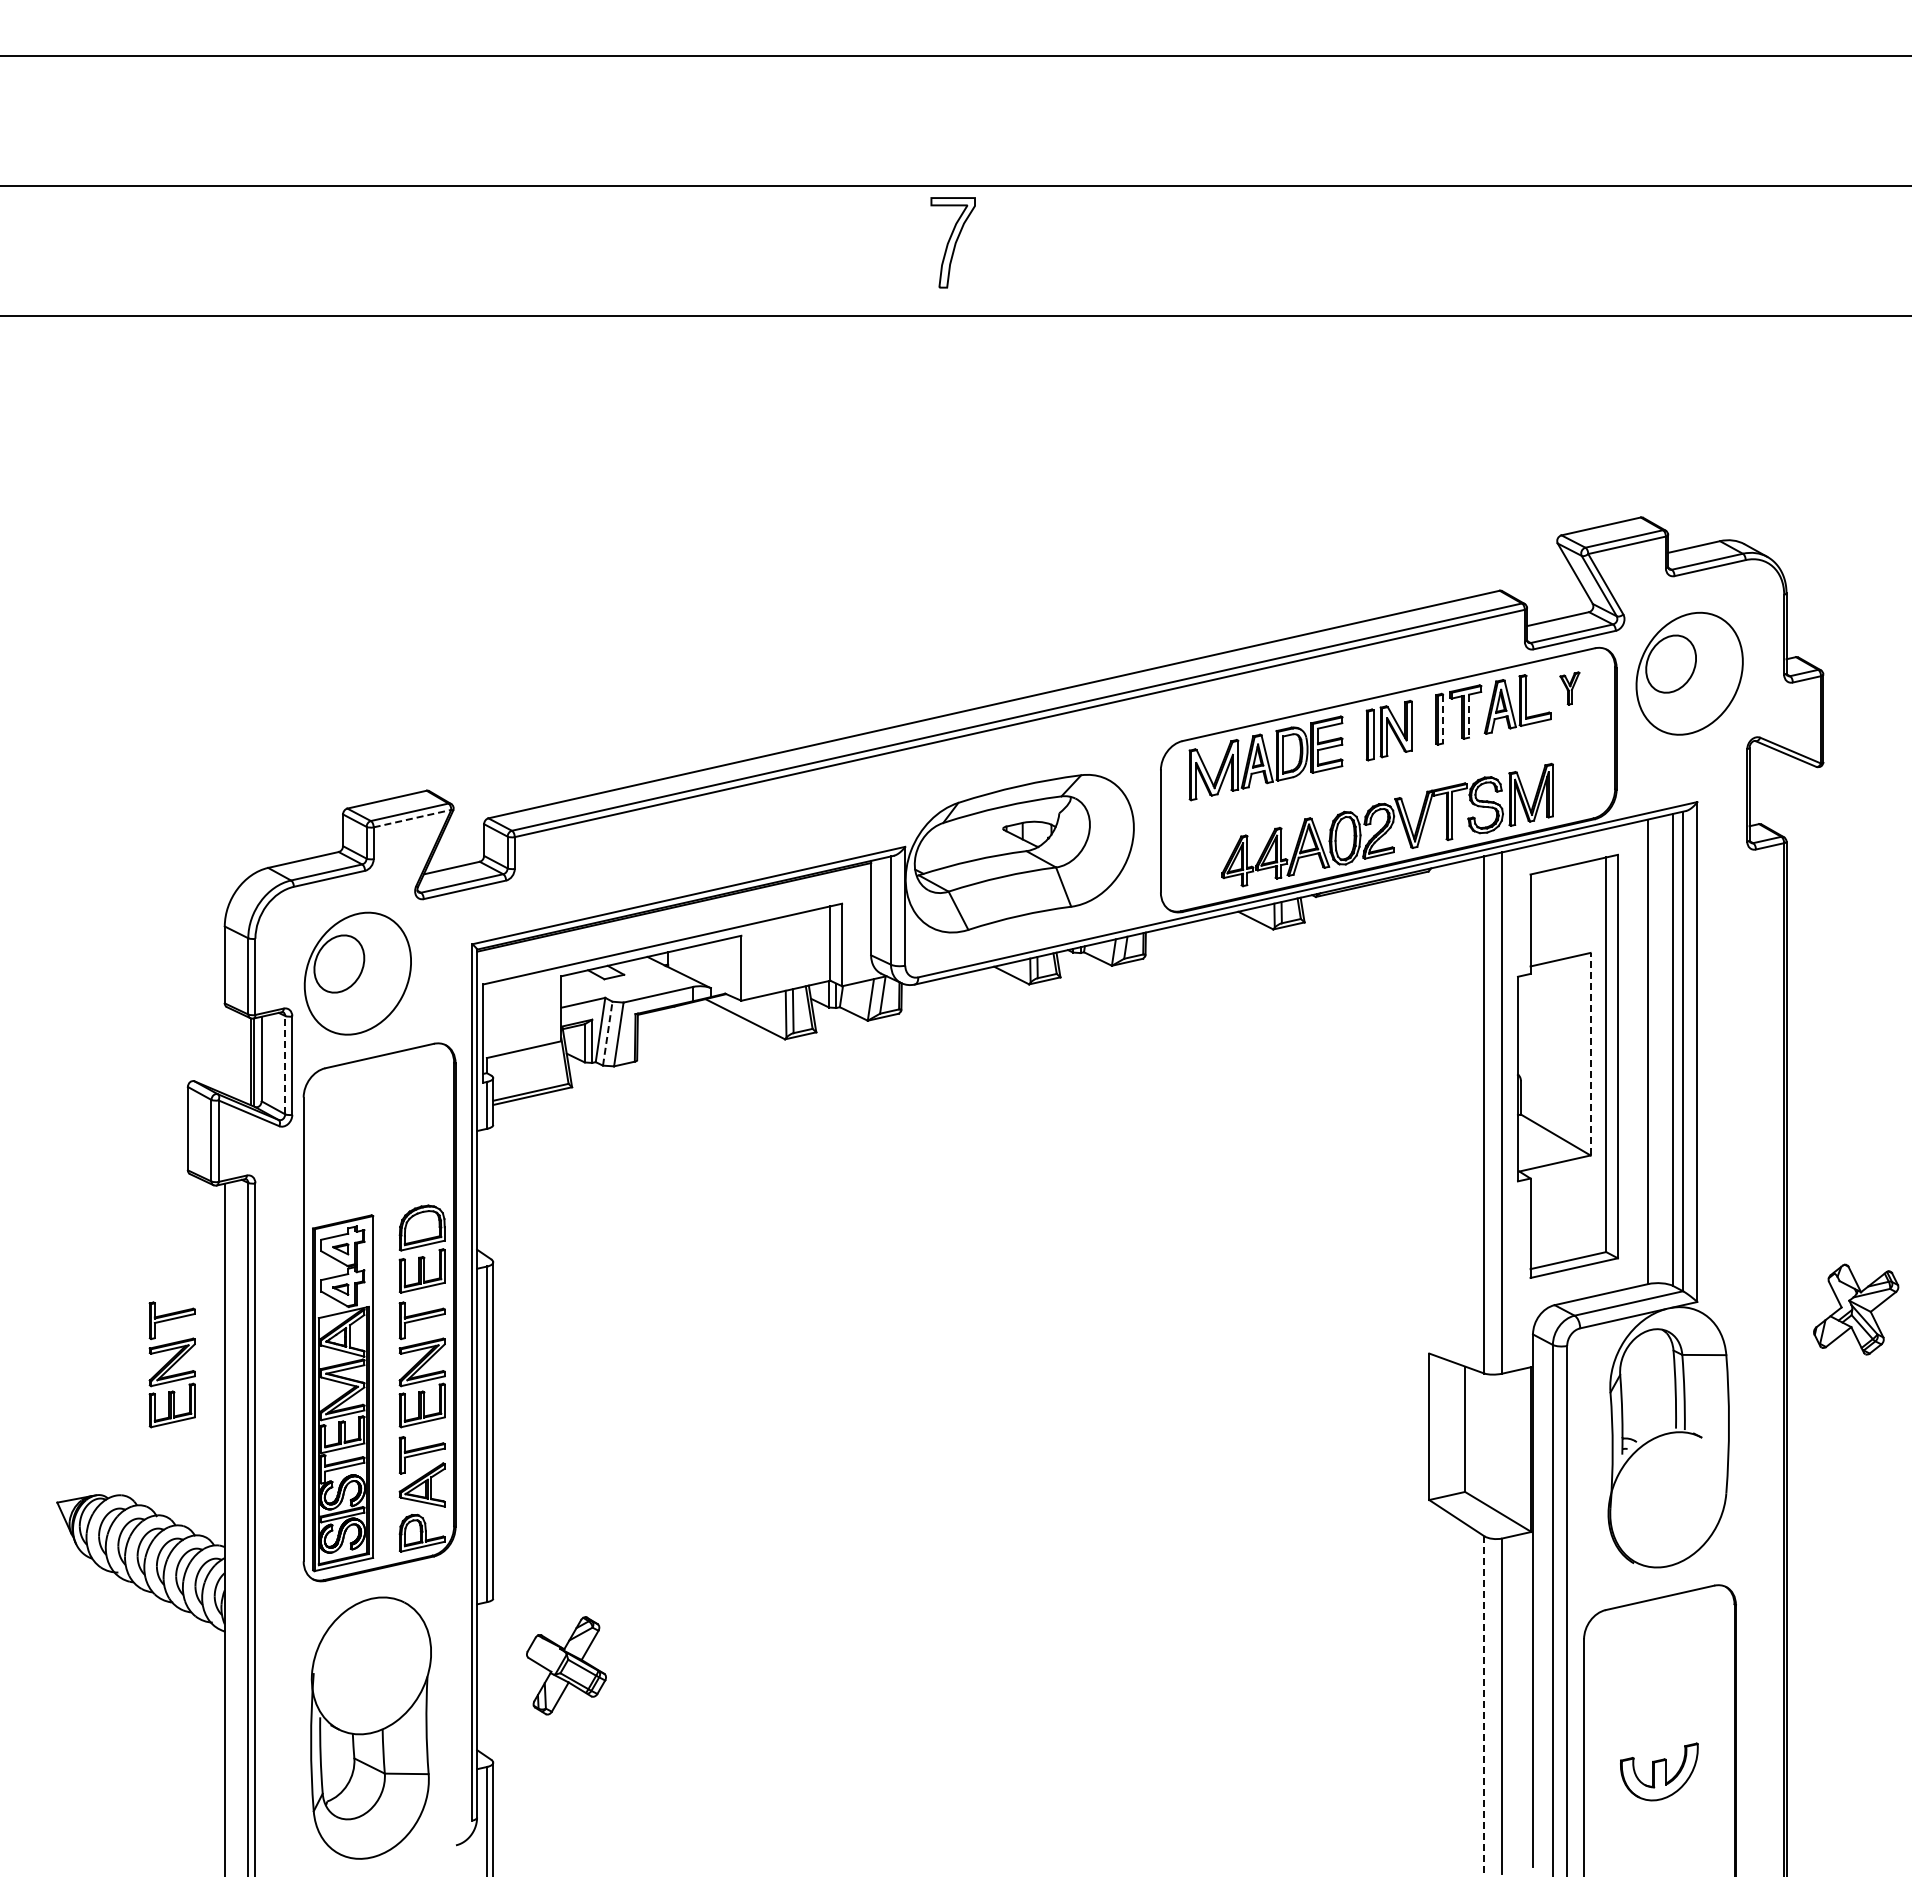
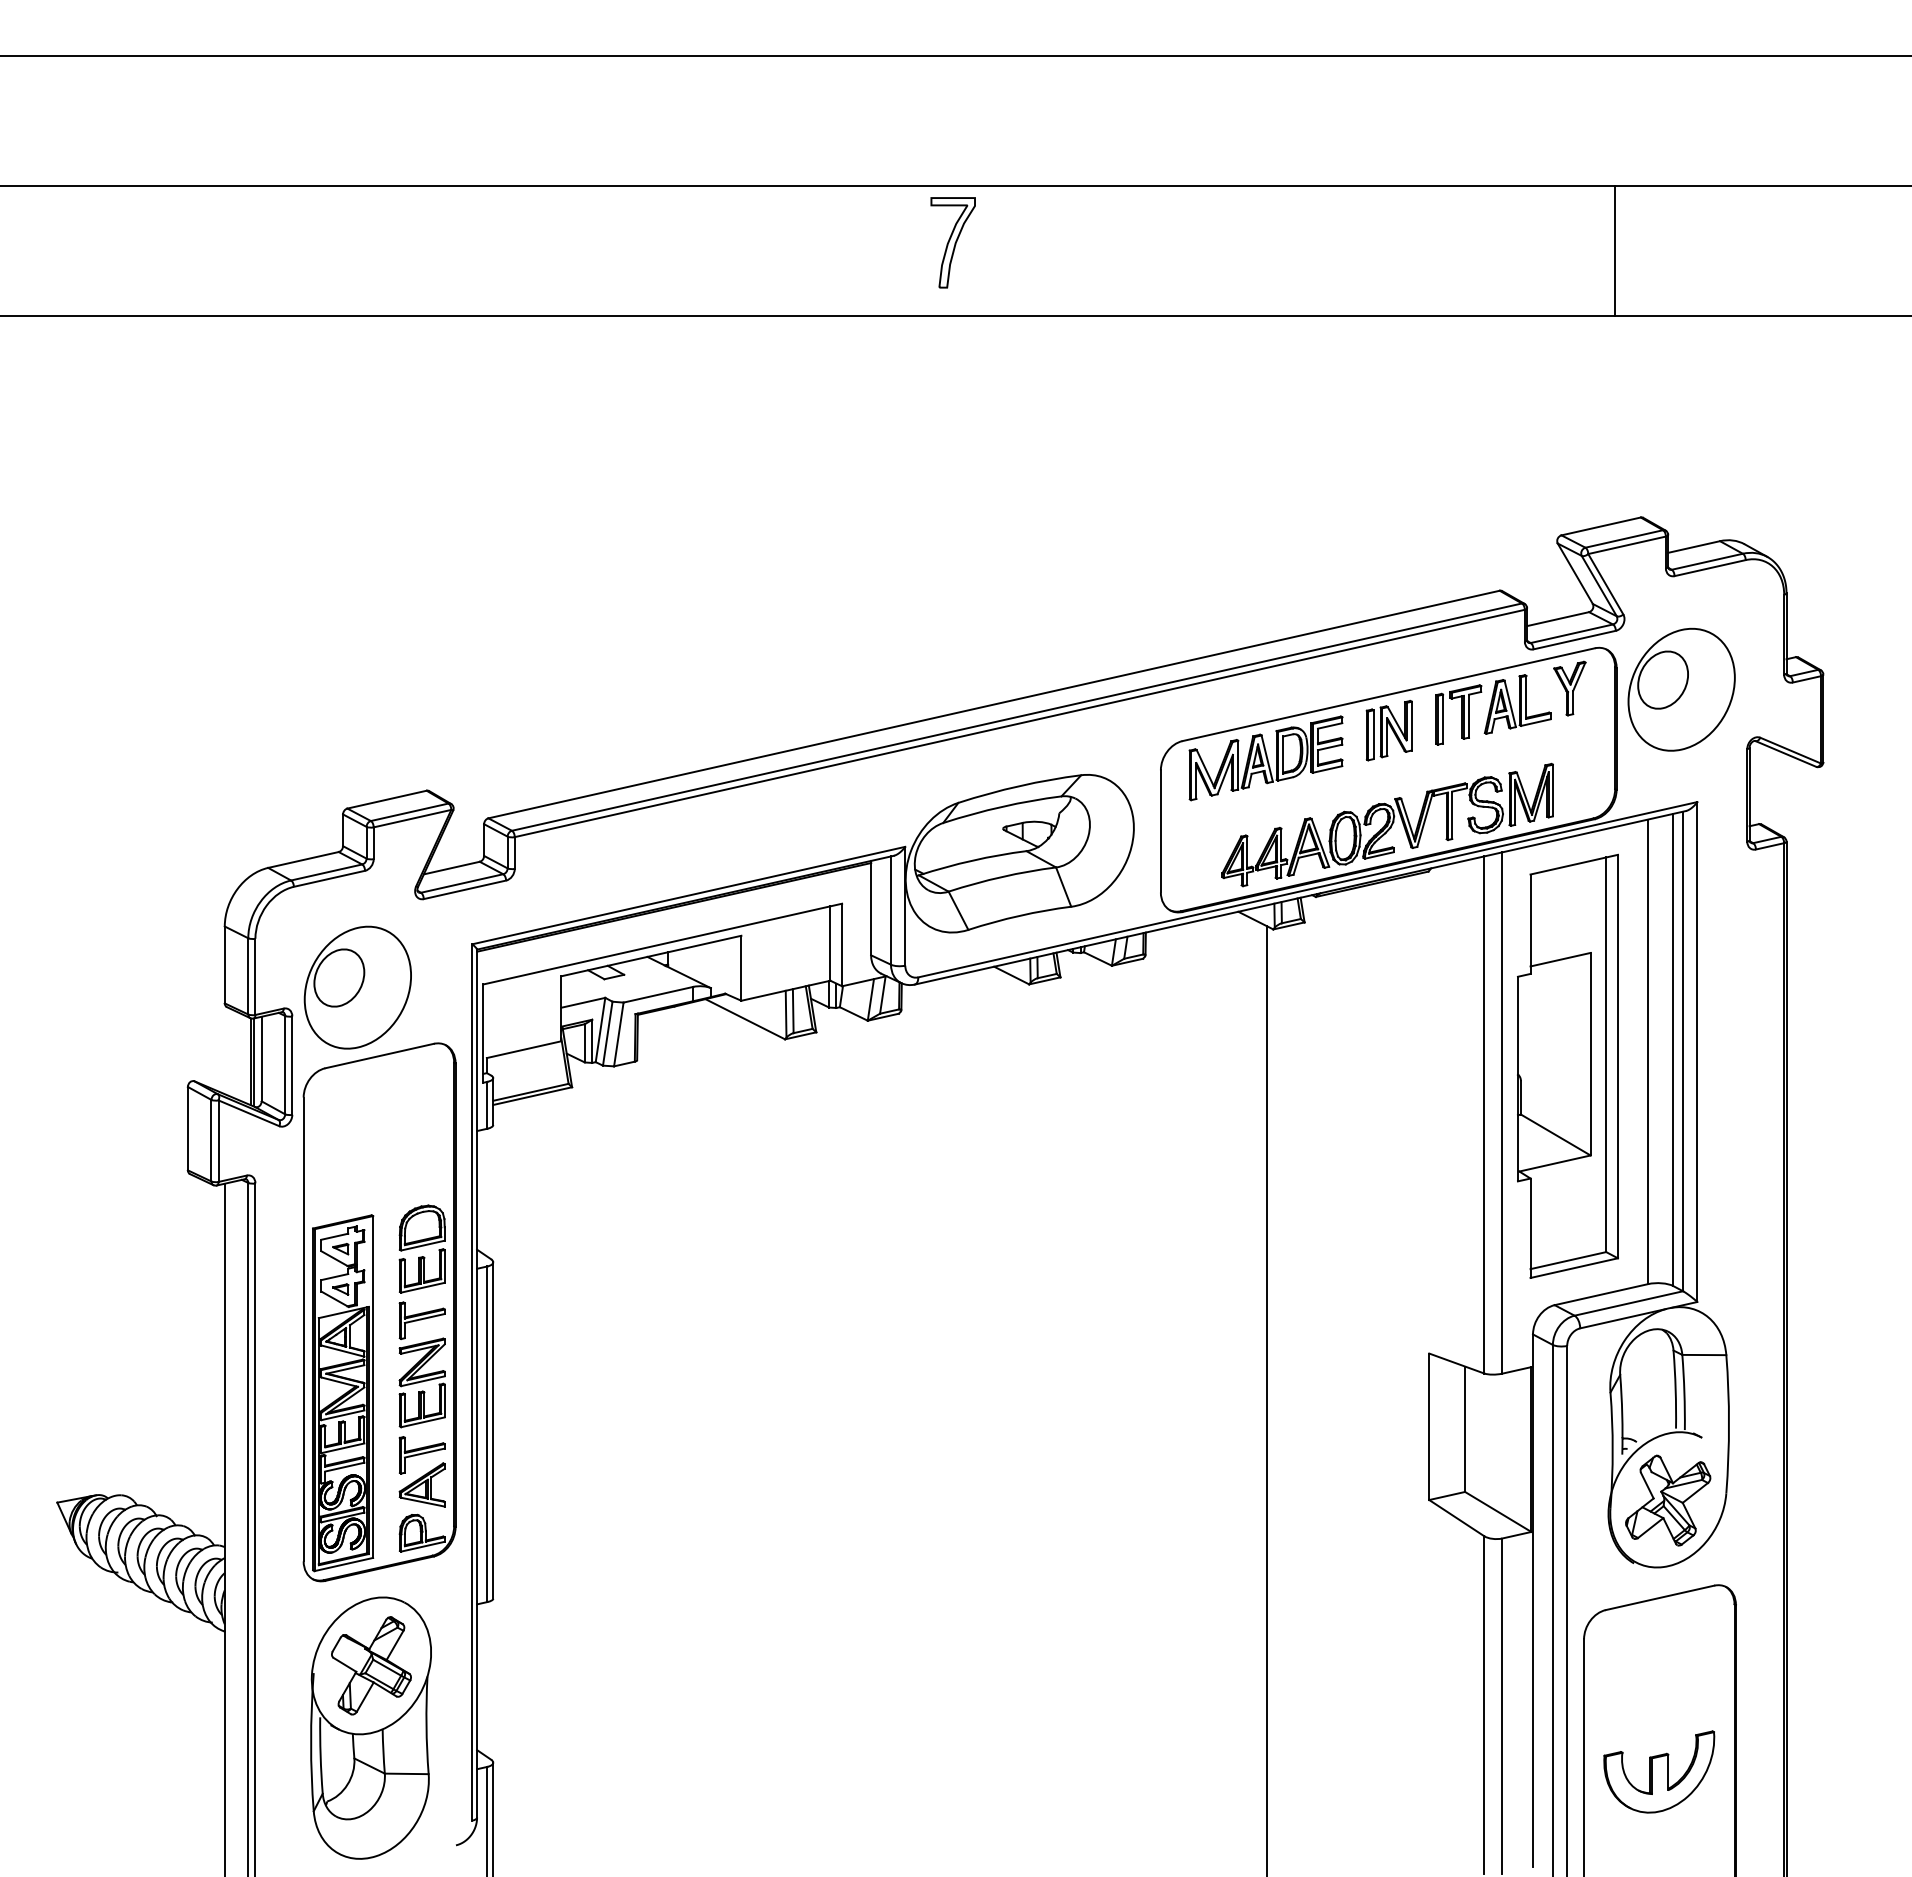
line at (1615, 251): none -> present
part at (1689, 673) position: (1689, 673) -> (1681, 689)
part at (1569, 688) size: 22x35 px -> 34x57 px
line at (1469, 716): dashed -> solid
line at (1442, 719): dashed -> solid
line at (412, 818): dashed -> solid
part at (357, 973) position: (357, 973) -> (357, 987)
line at (607, 1033): dashed -> solid
line at (1590, 1053): dashed -> solid
line at (285, 1064): dashed -> solid
part at (1856, 1309) position: (1856, 1309) -> (1668, 1500)
part at (171, 1364): present -> none
line at (1266, 1399): none -> present
part at (566, 1665) position: (566, 1665) -> (371, 1665)
line at (1484, 1705): dashed -> solid
part at (1659, 1771) size: 79x60 px -> 113x84 px
